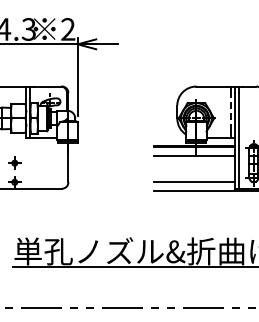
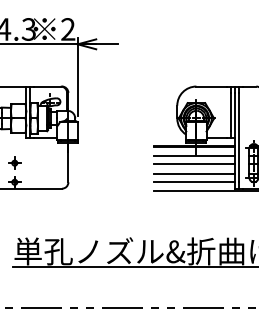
line at (230, 111): dashed -> solid
line at (193, 164): none -> present
line at (193, 173): none -> present
